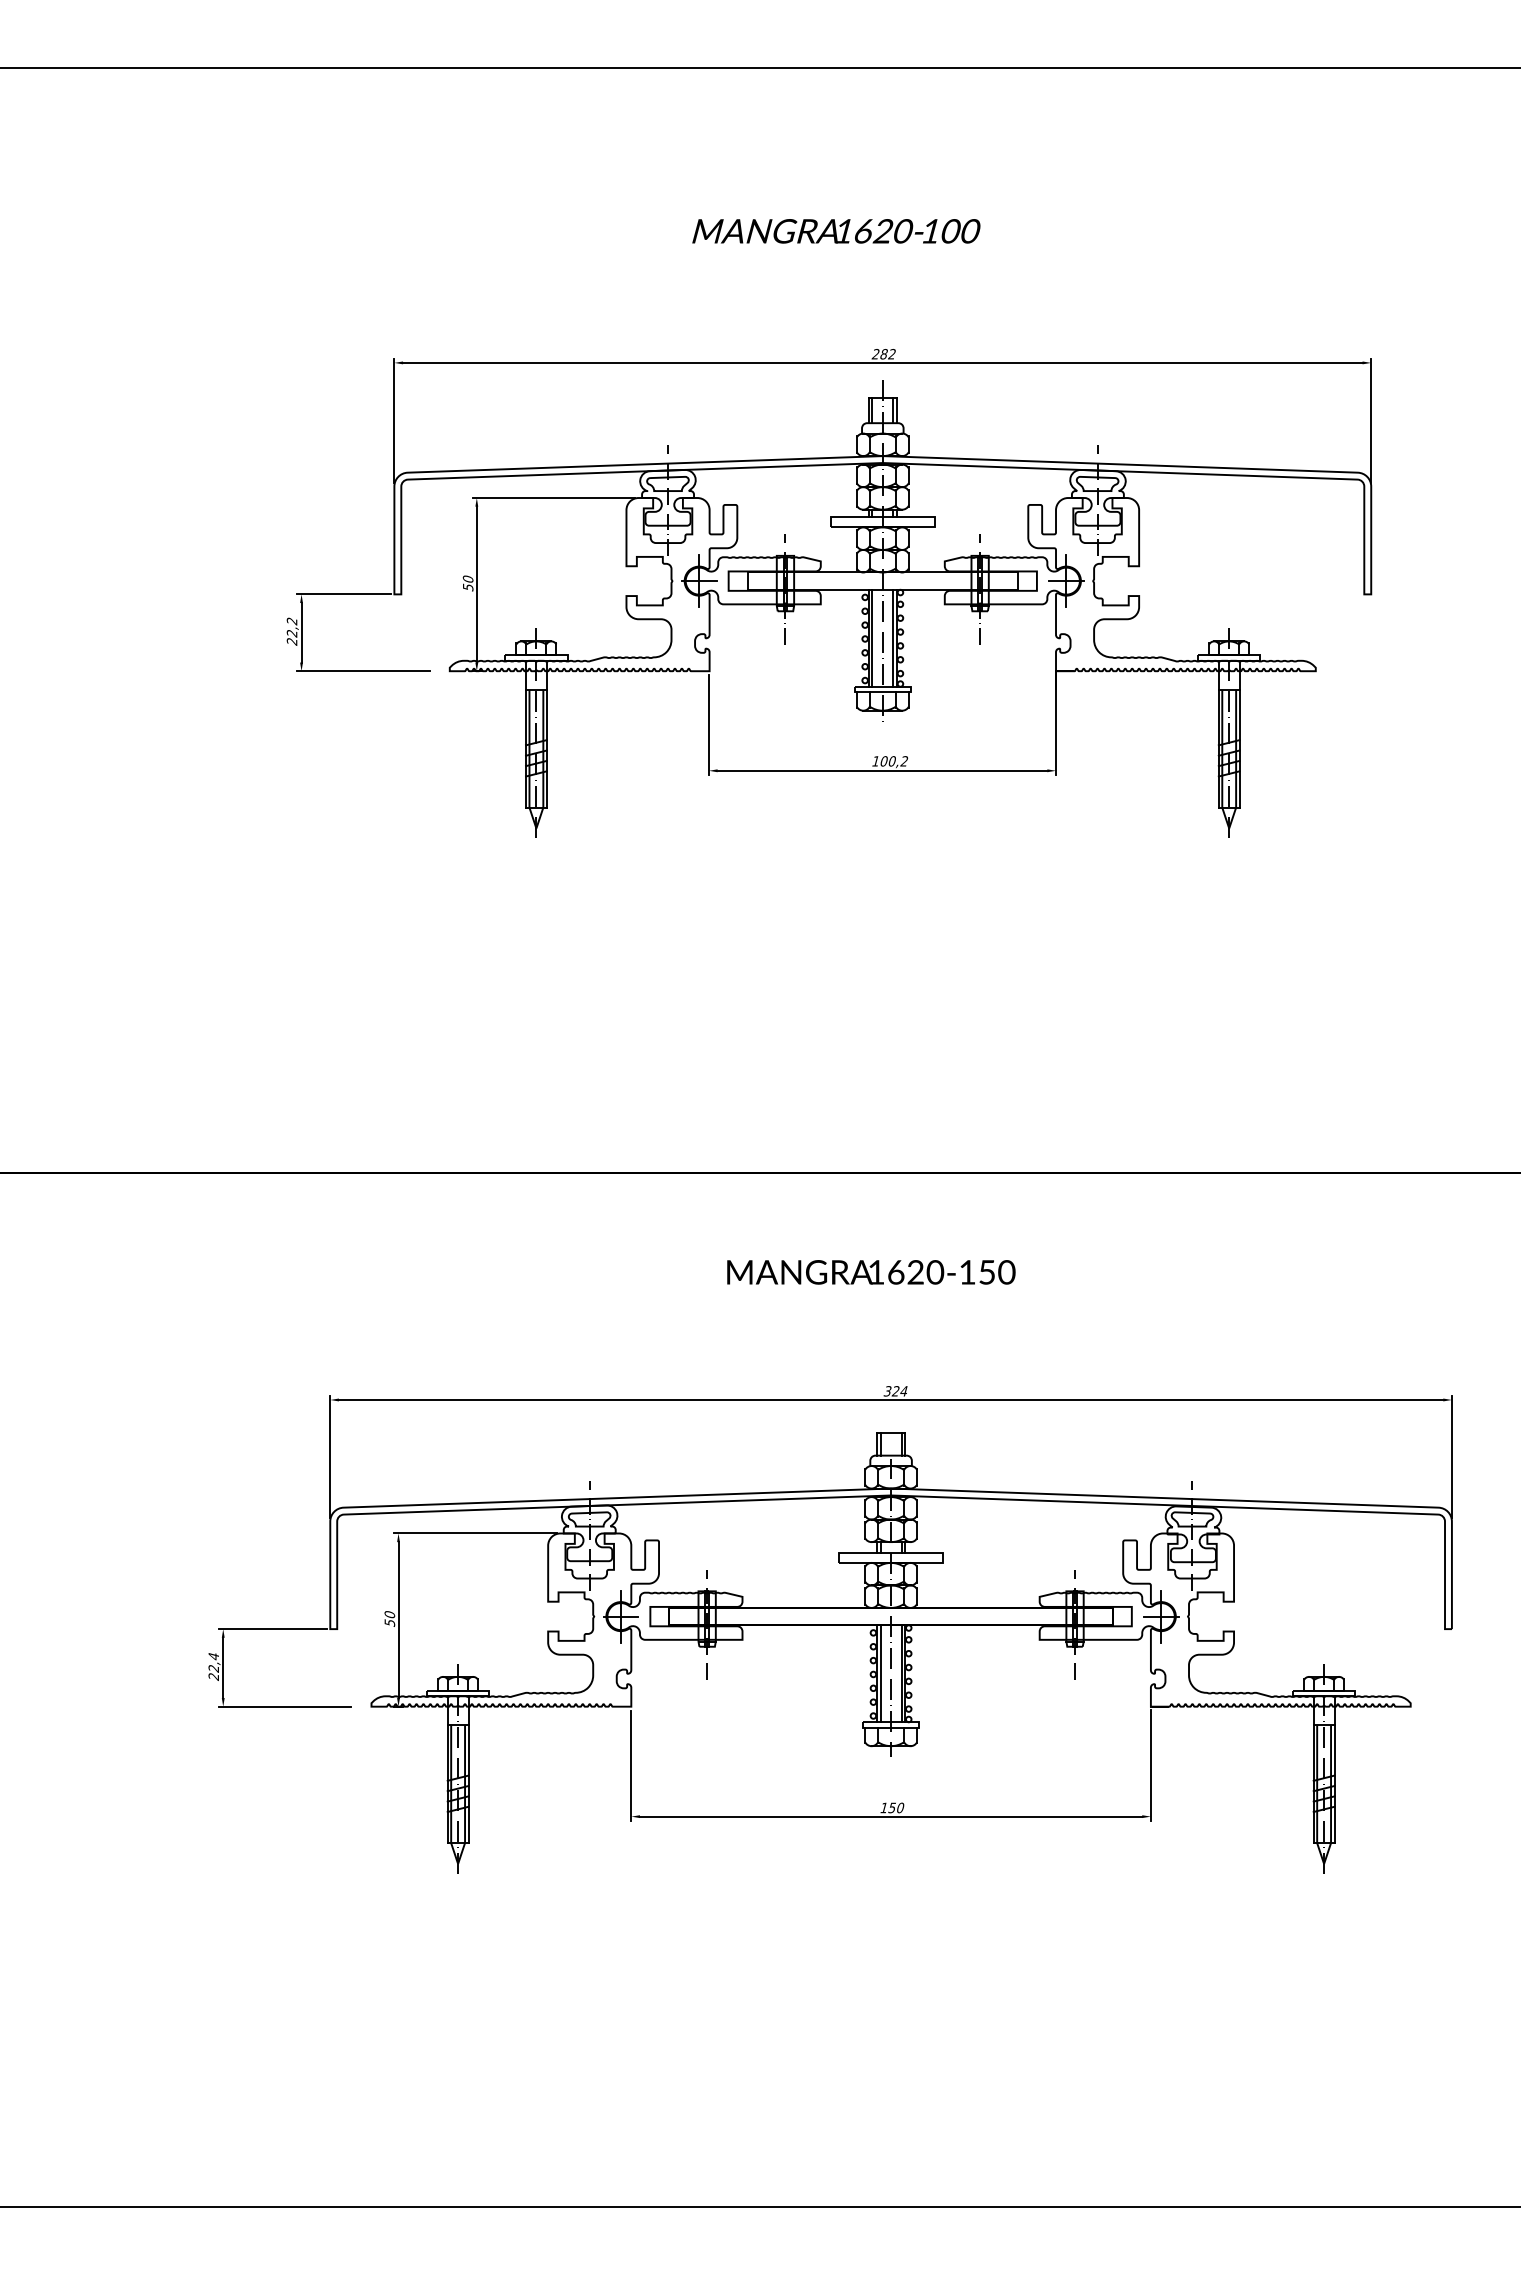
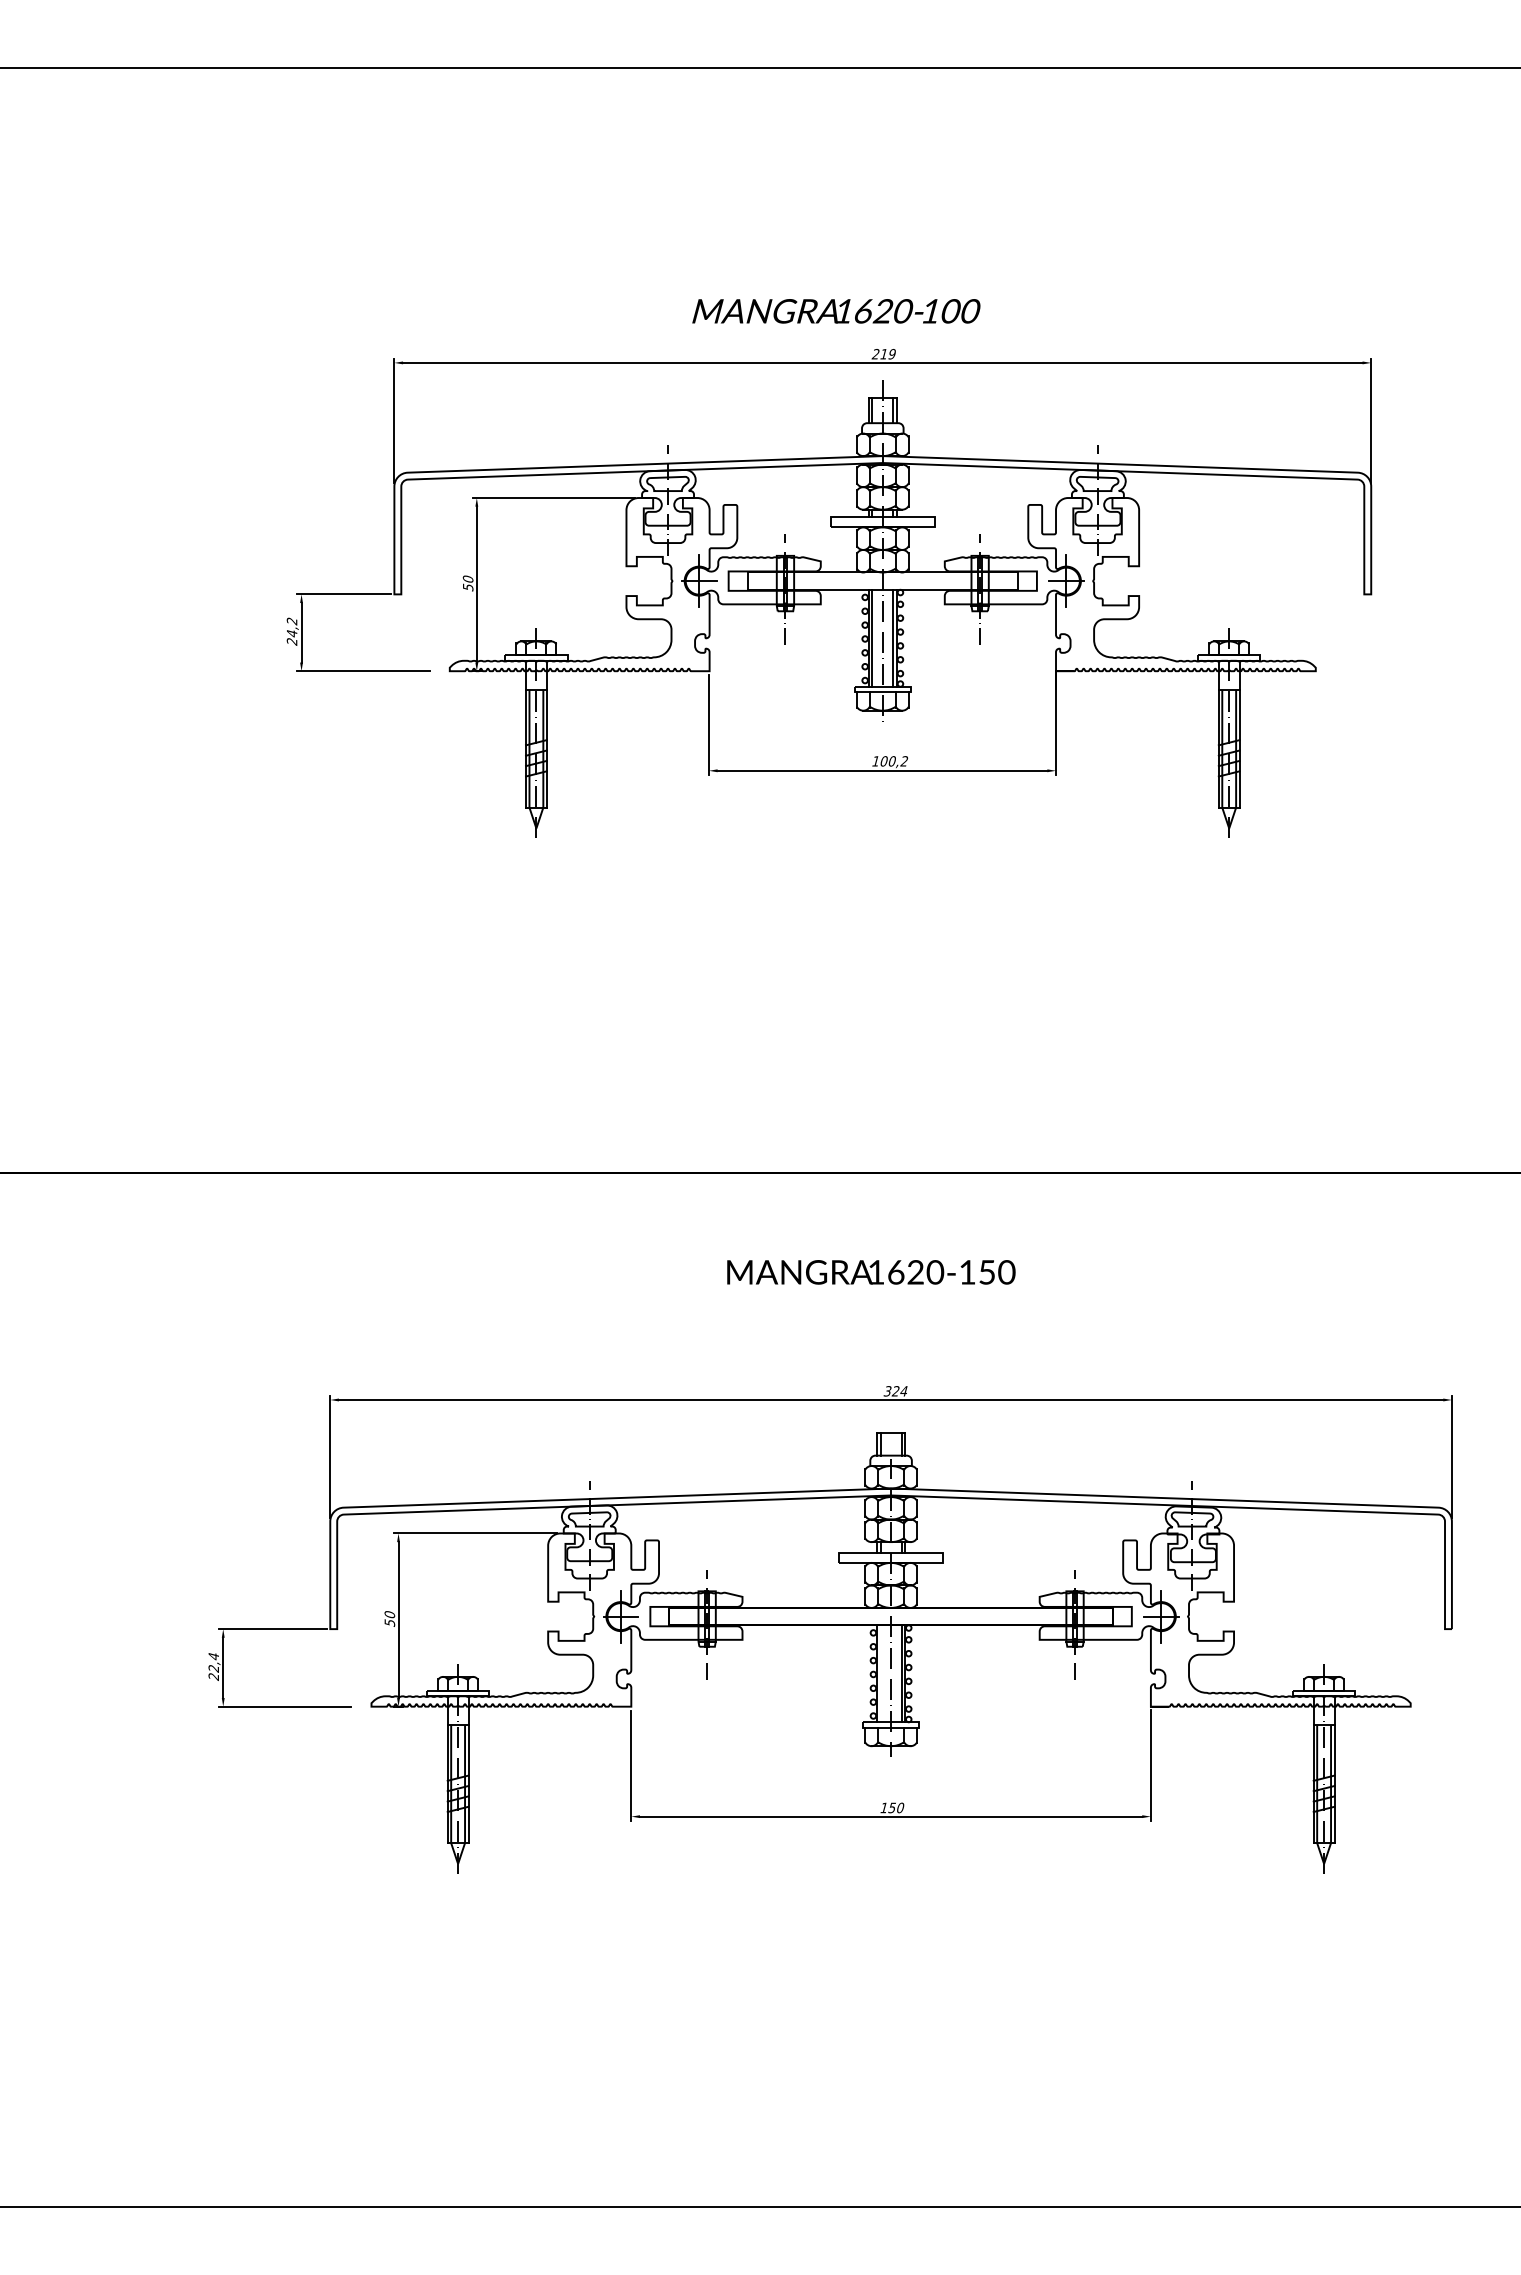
text at (836, 231) position: (836, 231) -> (836, 311)
text at (887, 354): 282 -> 219
text at (291, 633): 22,2 -> 24,2
line at (880, 1673): present -> none
